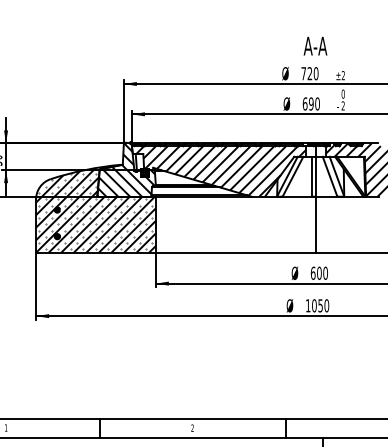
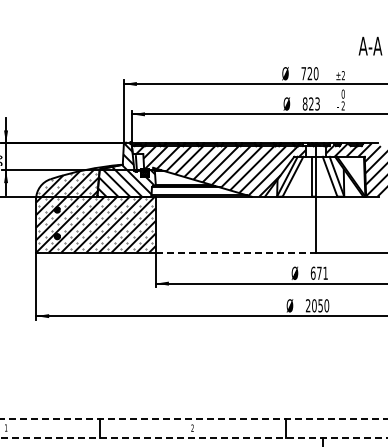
text at (315, 45) position: (315, 45) -> (370, 45)
text at (310, 103): 690 -> 823
line at (235, 252): solid -> dashed
text at (322, 272): 600 -> 671
text at (307, 305): 1050 -> 2050
line at (194, 419): solid -> dashed
line at (194, 437): solid -> dashed
